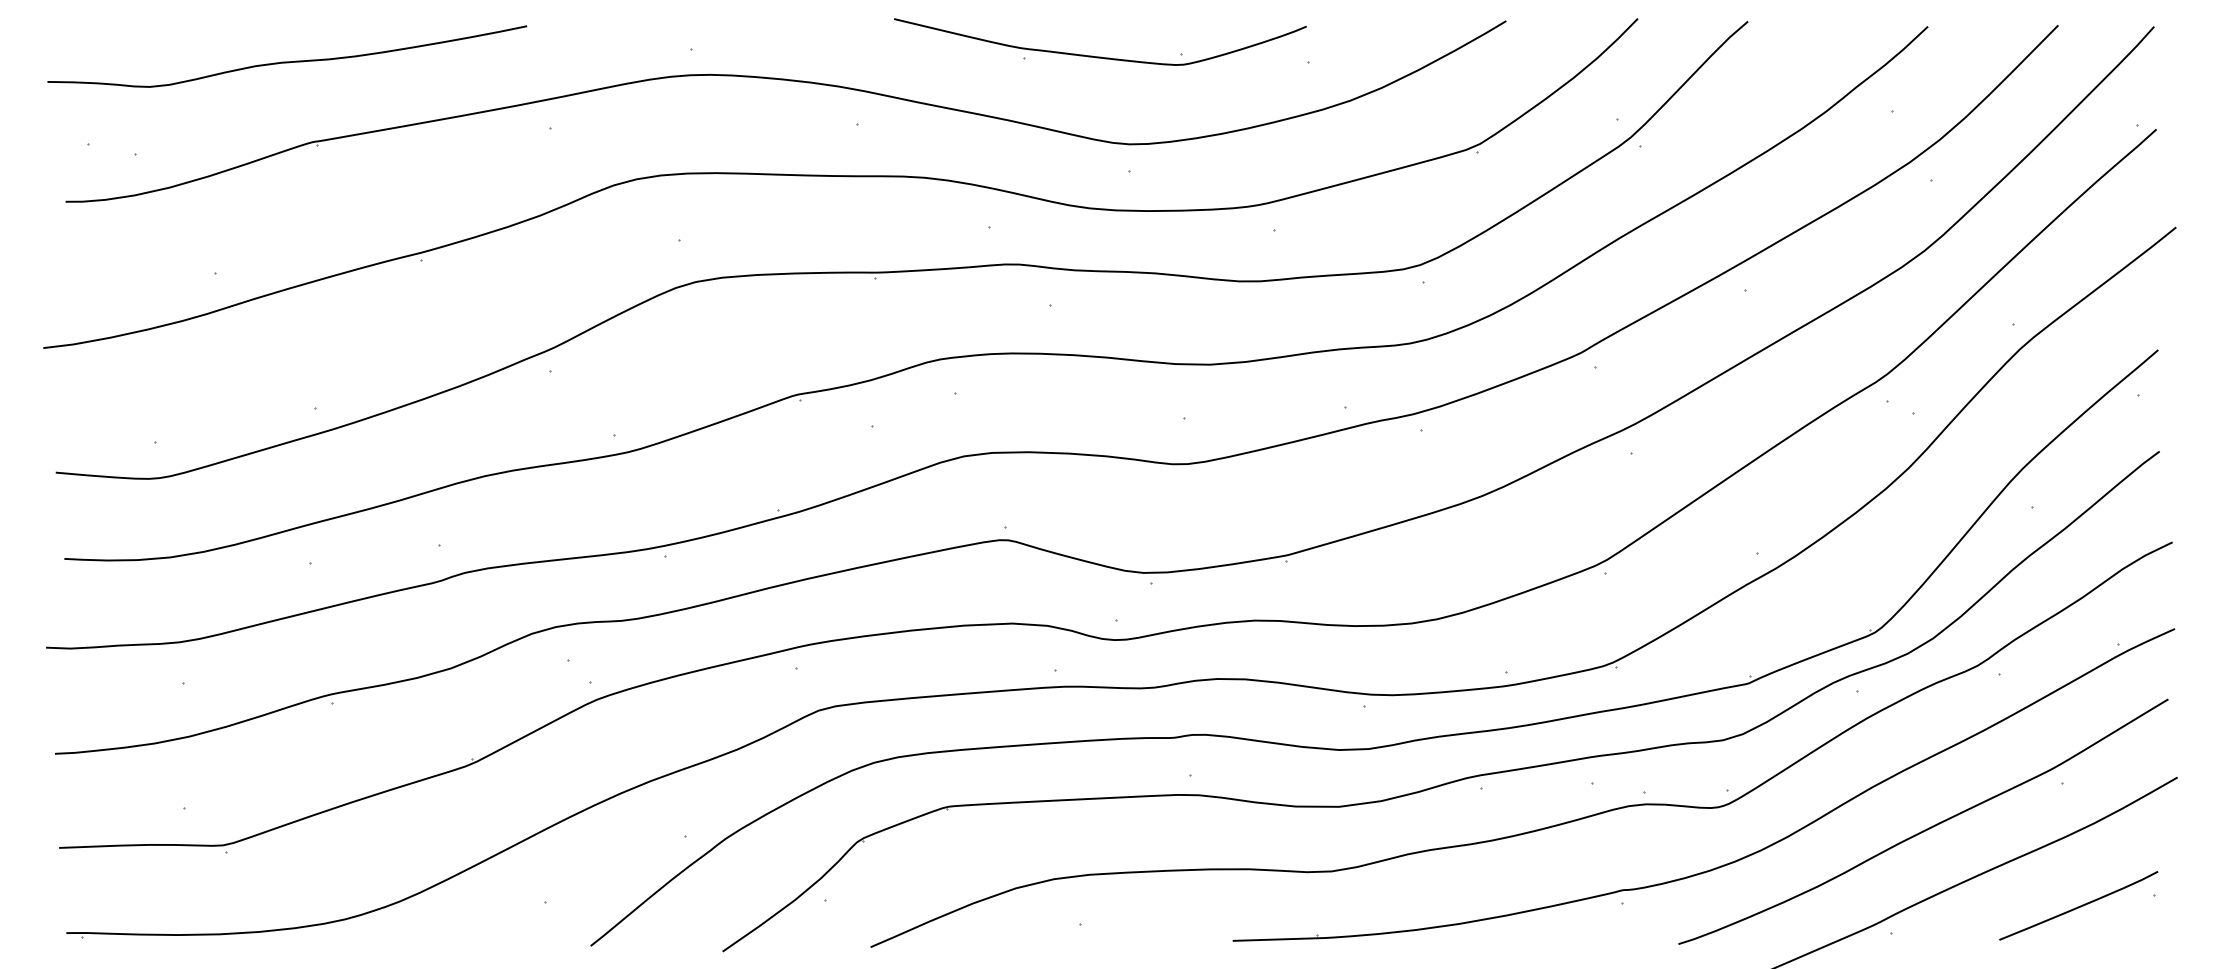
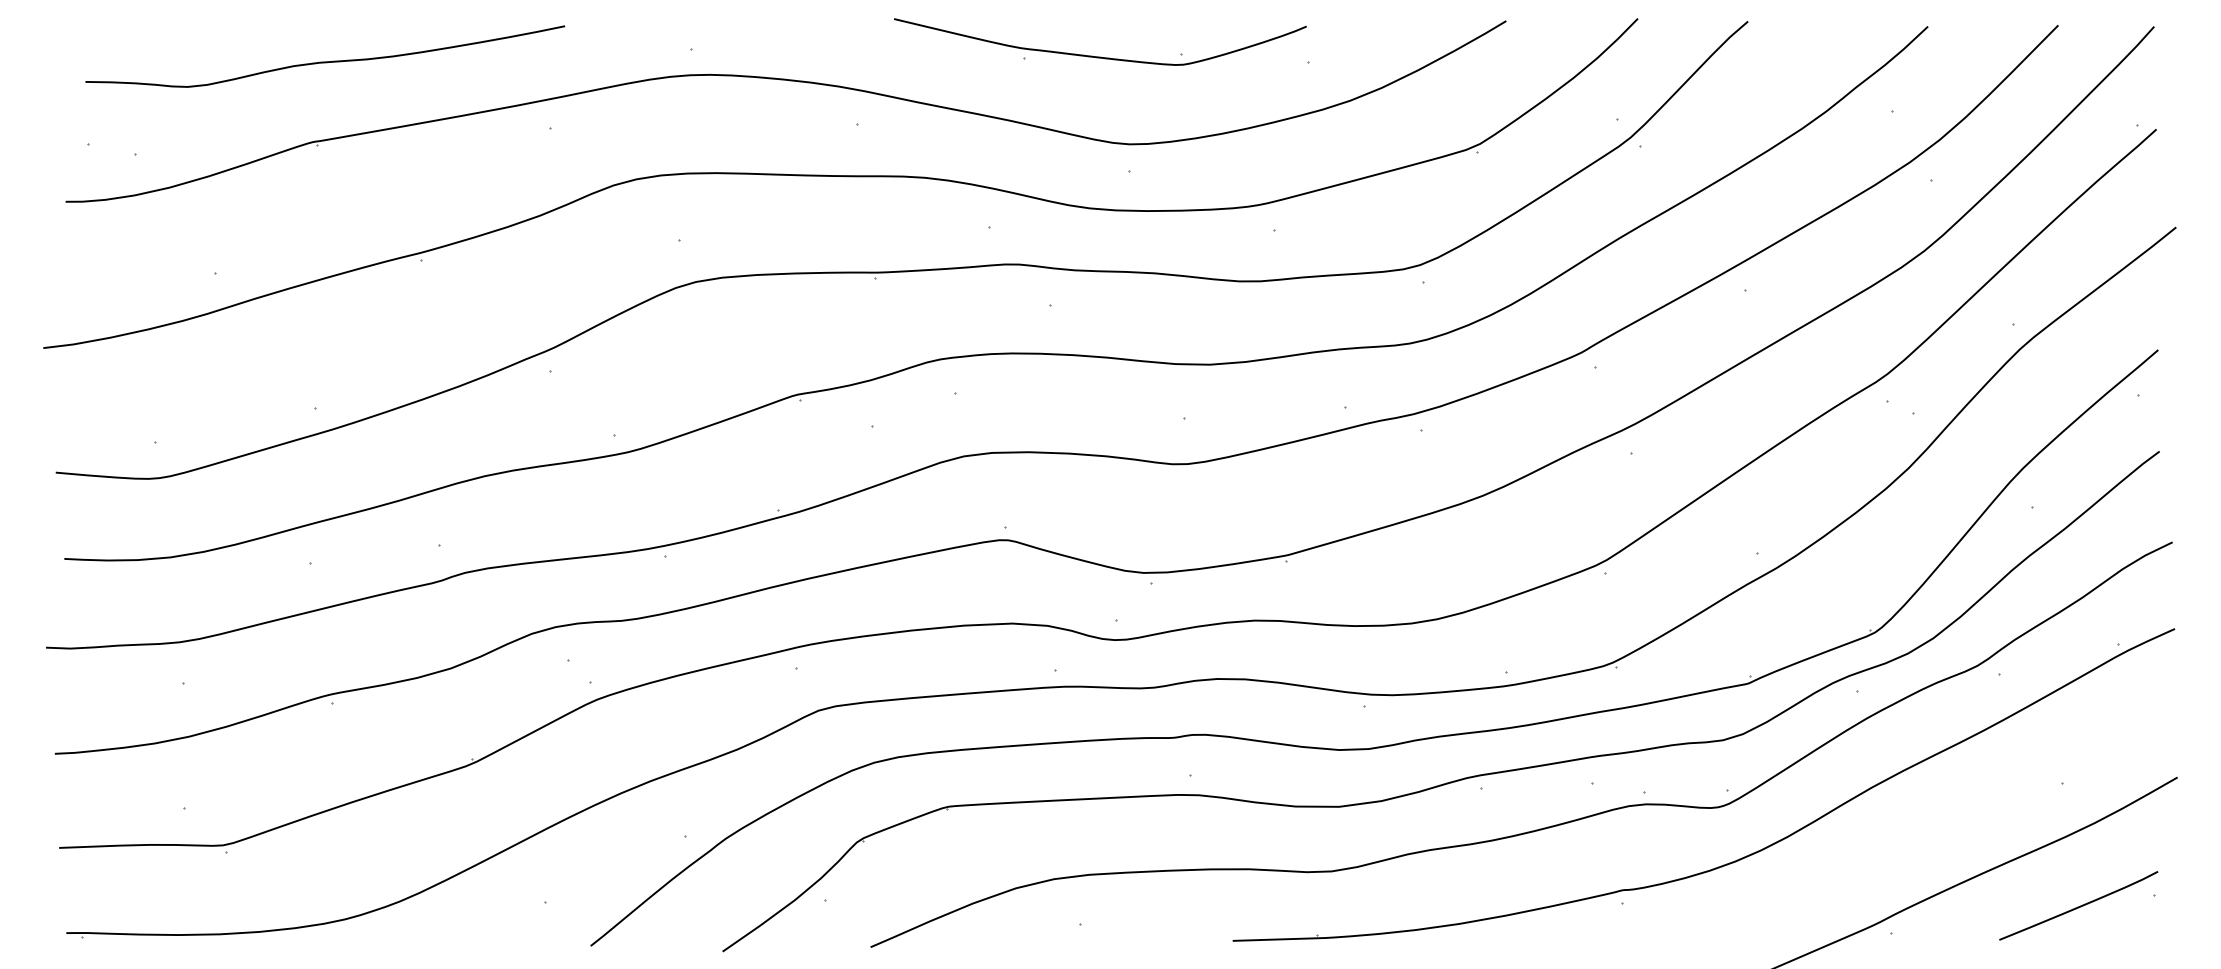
curve at (287, 61) position: (287, 61) -> (325, 61)
curve at (1926, 828): present -> none
